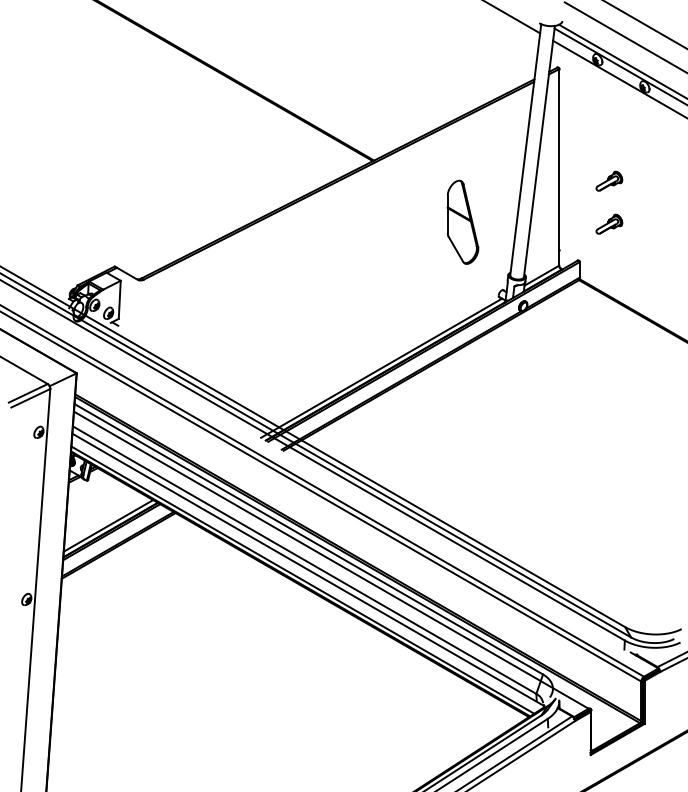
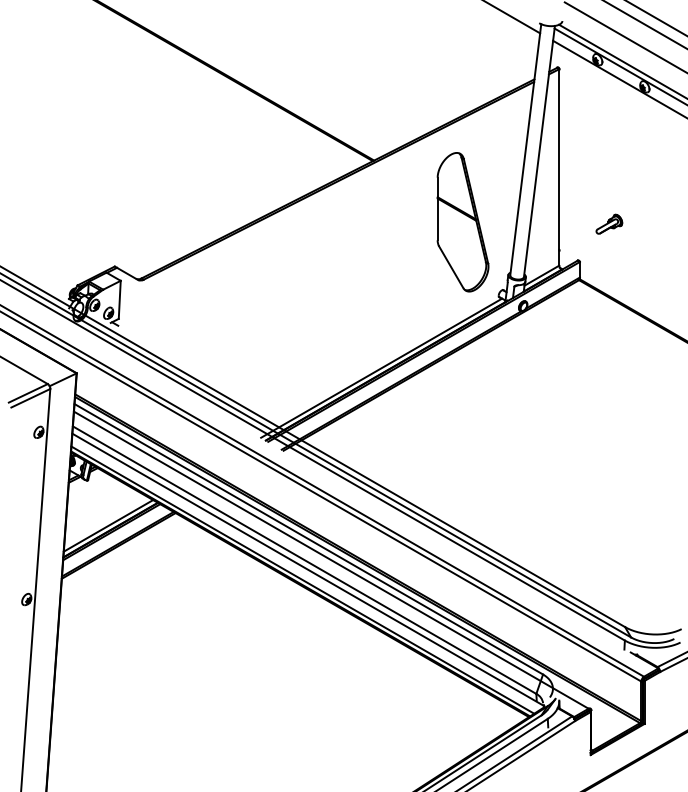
line at (656, 18): none -> present
part at (609, 180): present -> none
part at (462, 221) size: 34x86 px -> 54x141 px
